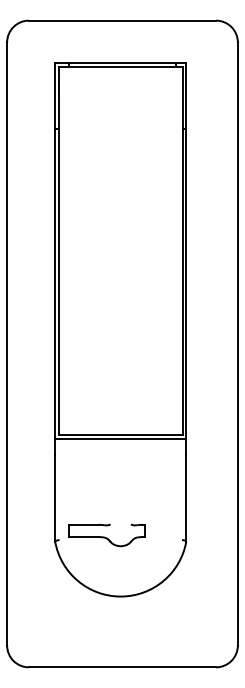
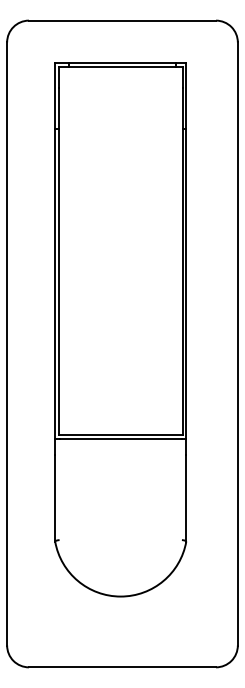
part at (106, 535): present -> none
